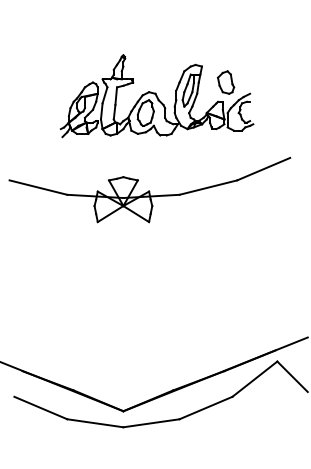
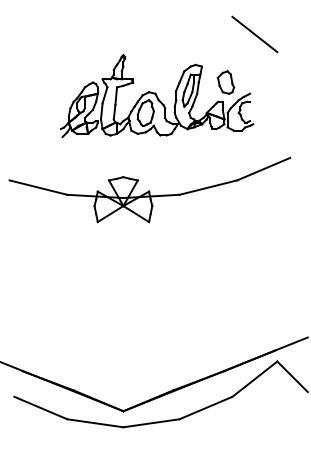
line at (254, 34): none -> present
